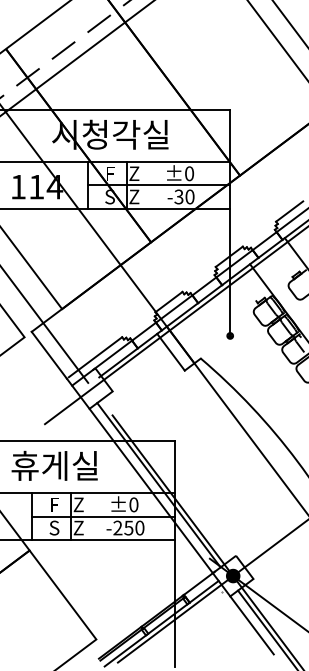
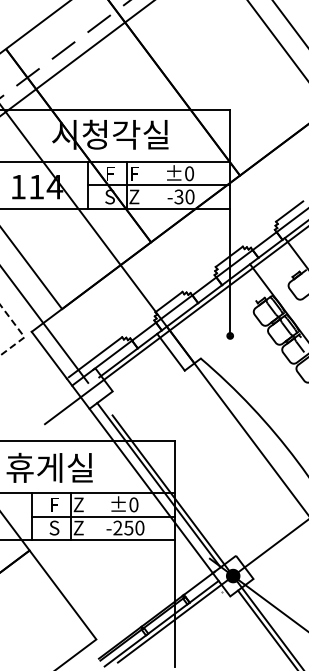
text at (134, 173): Z -> F
line at (21, 333): solid -> dashed
text at (54, 465) position: (54, 465) -> (49, 467)
line at (251, 625): present -> none
